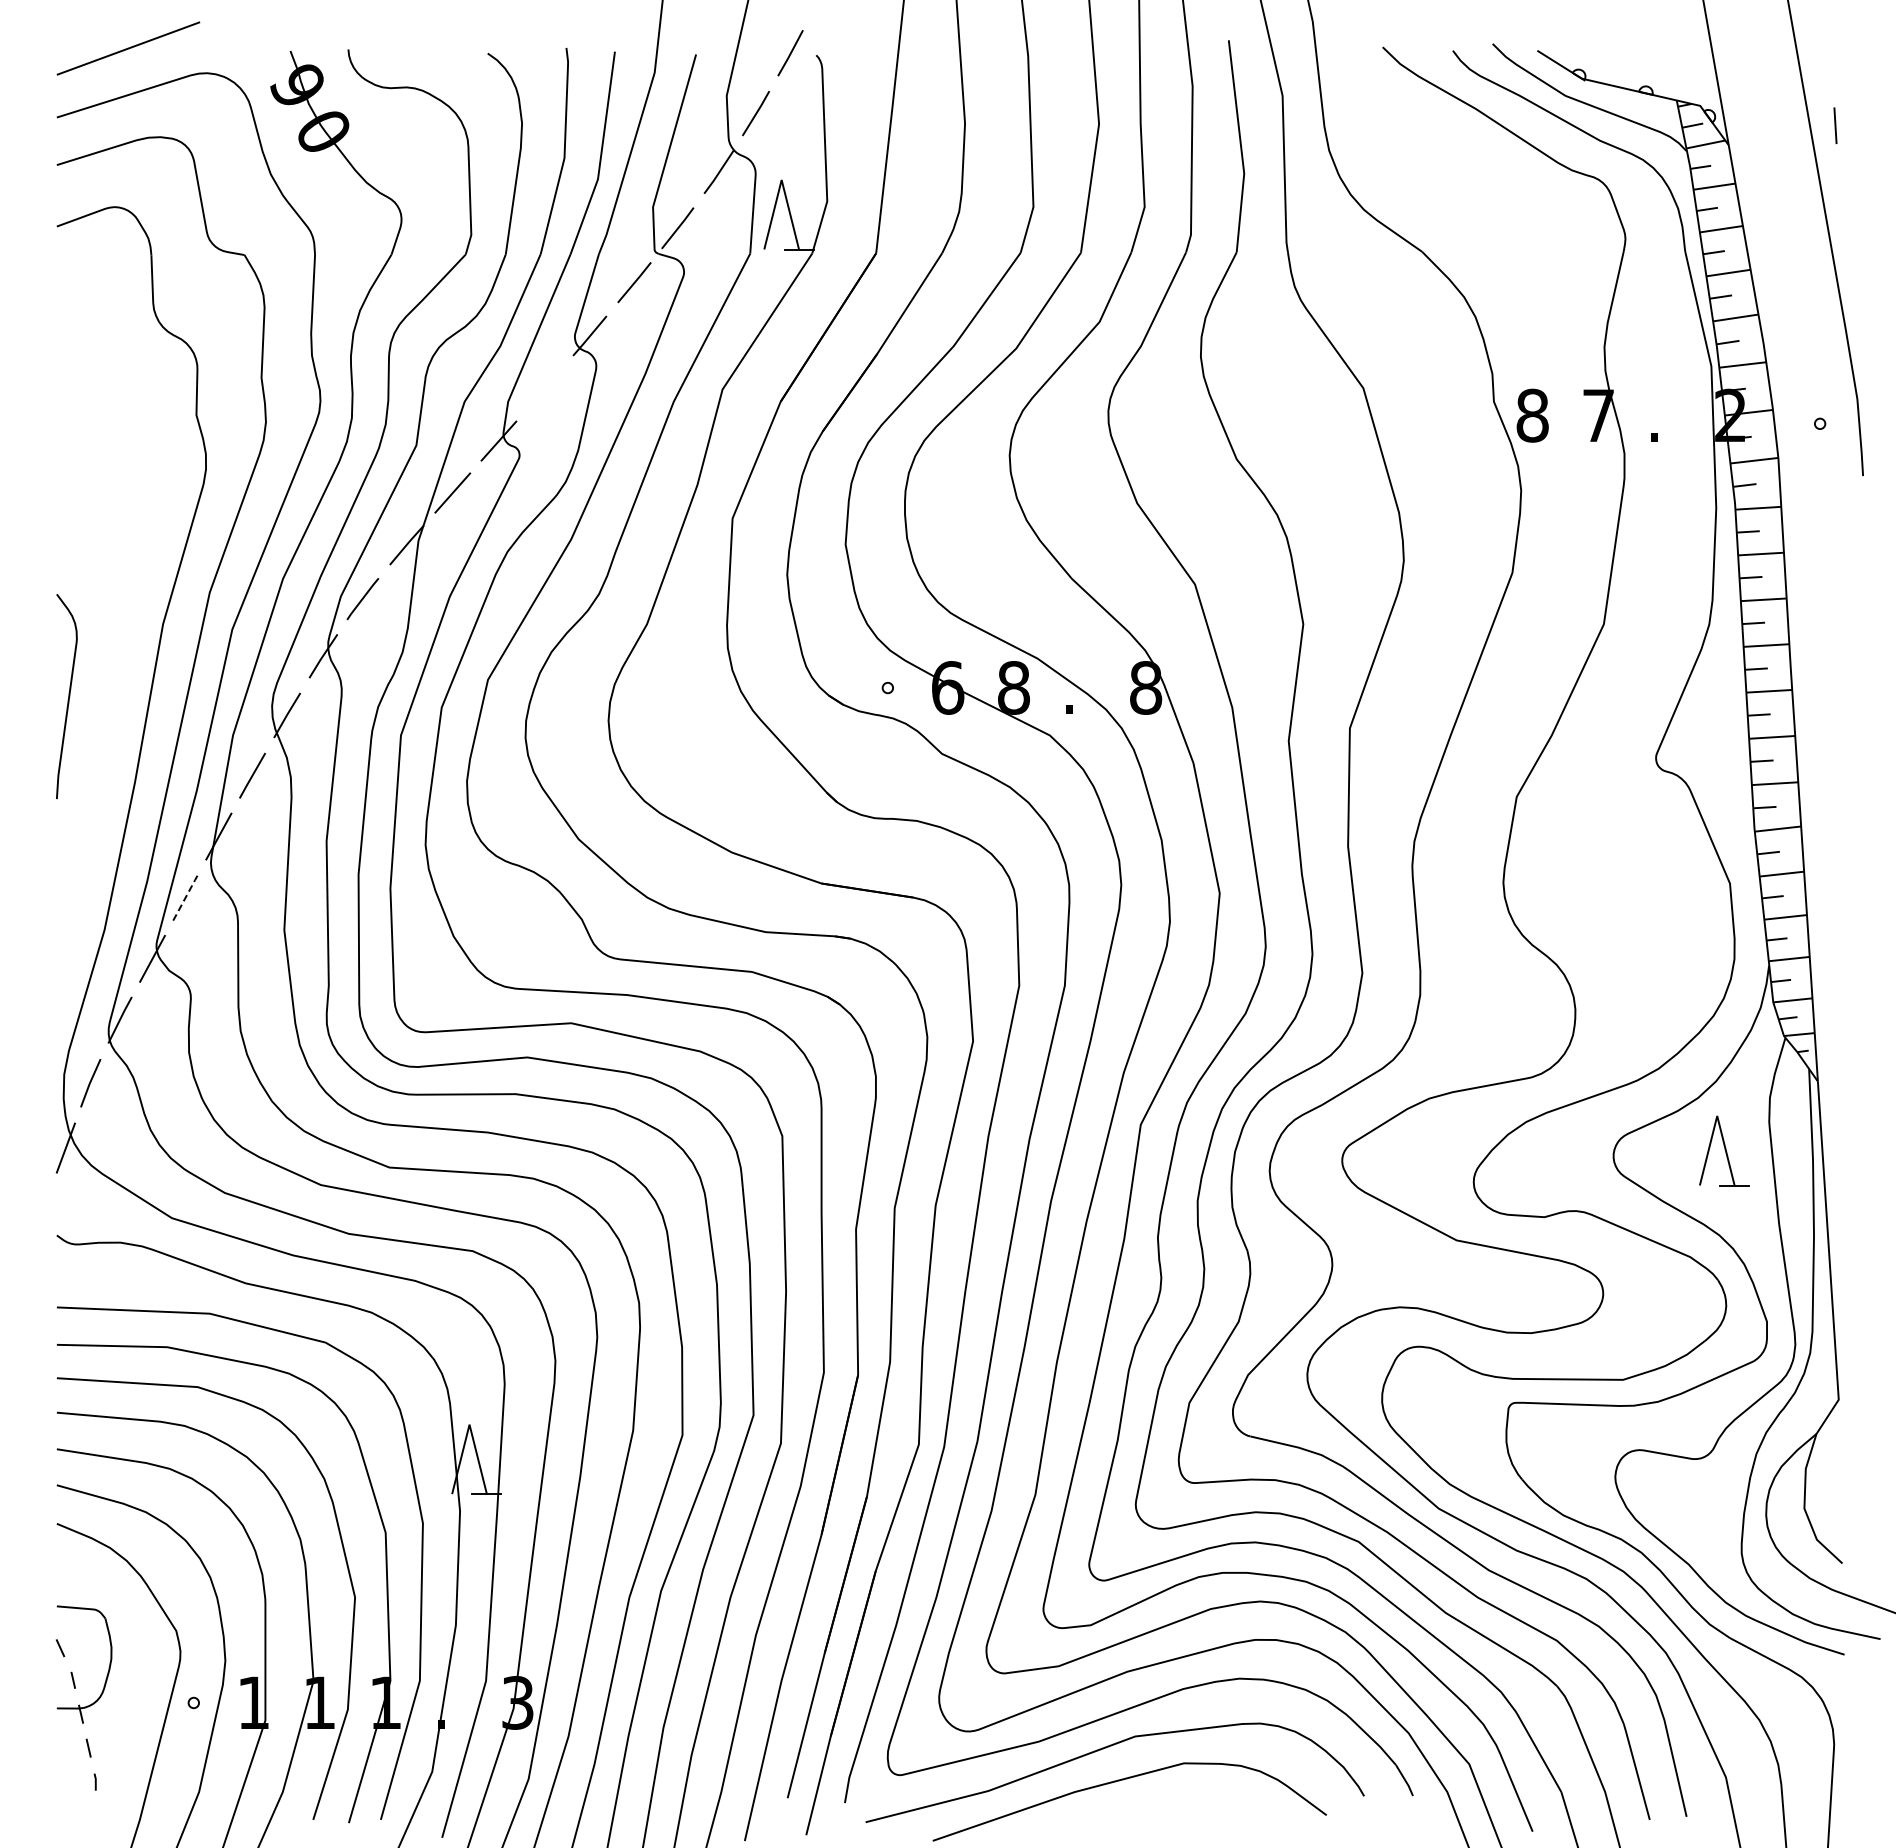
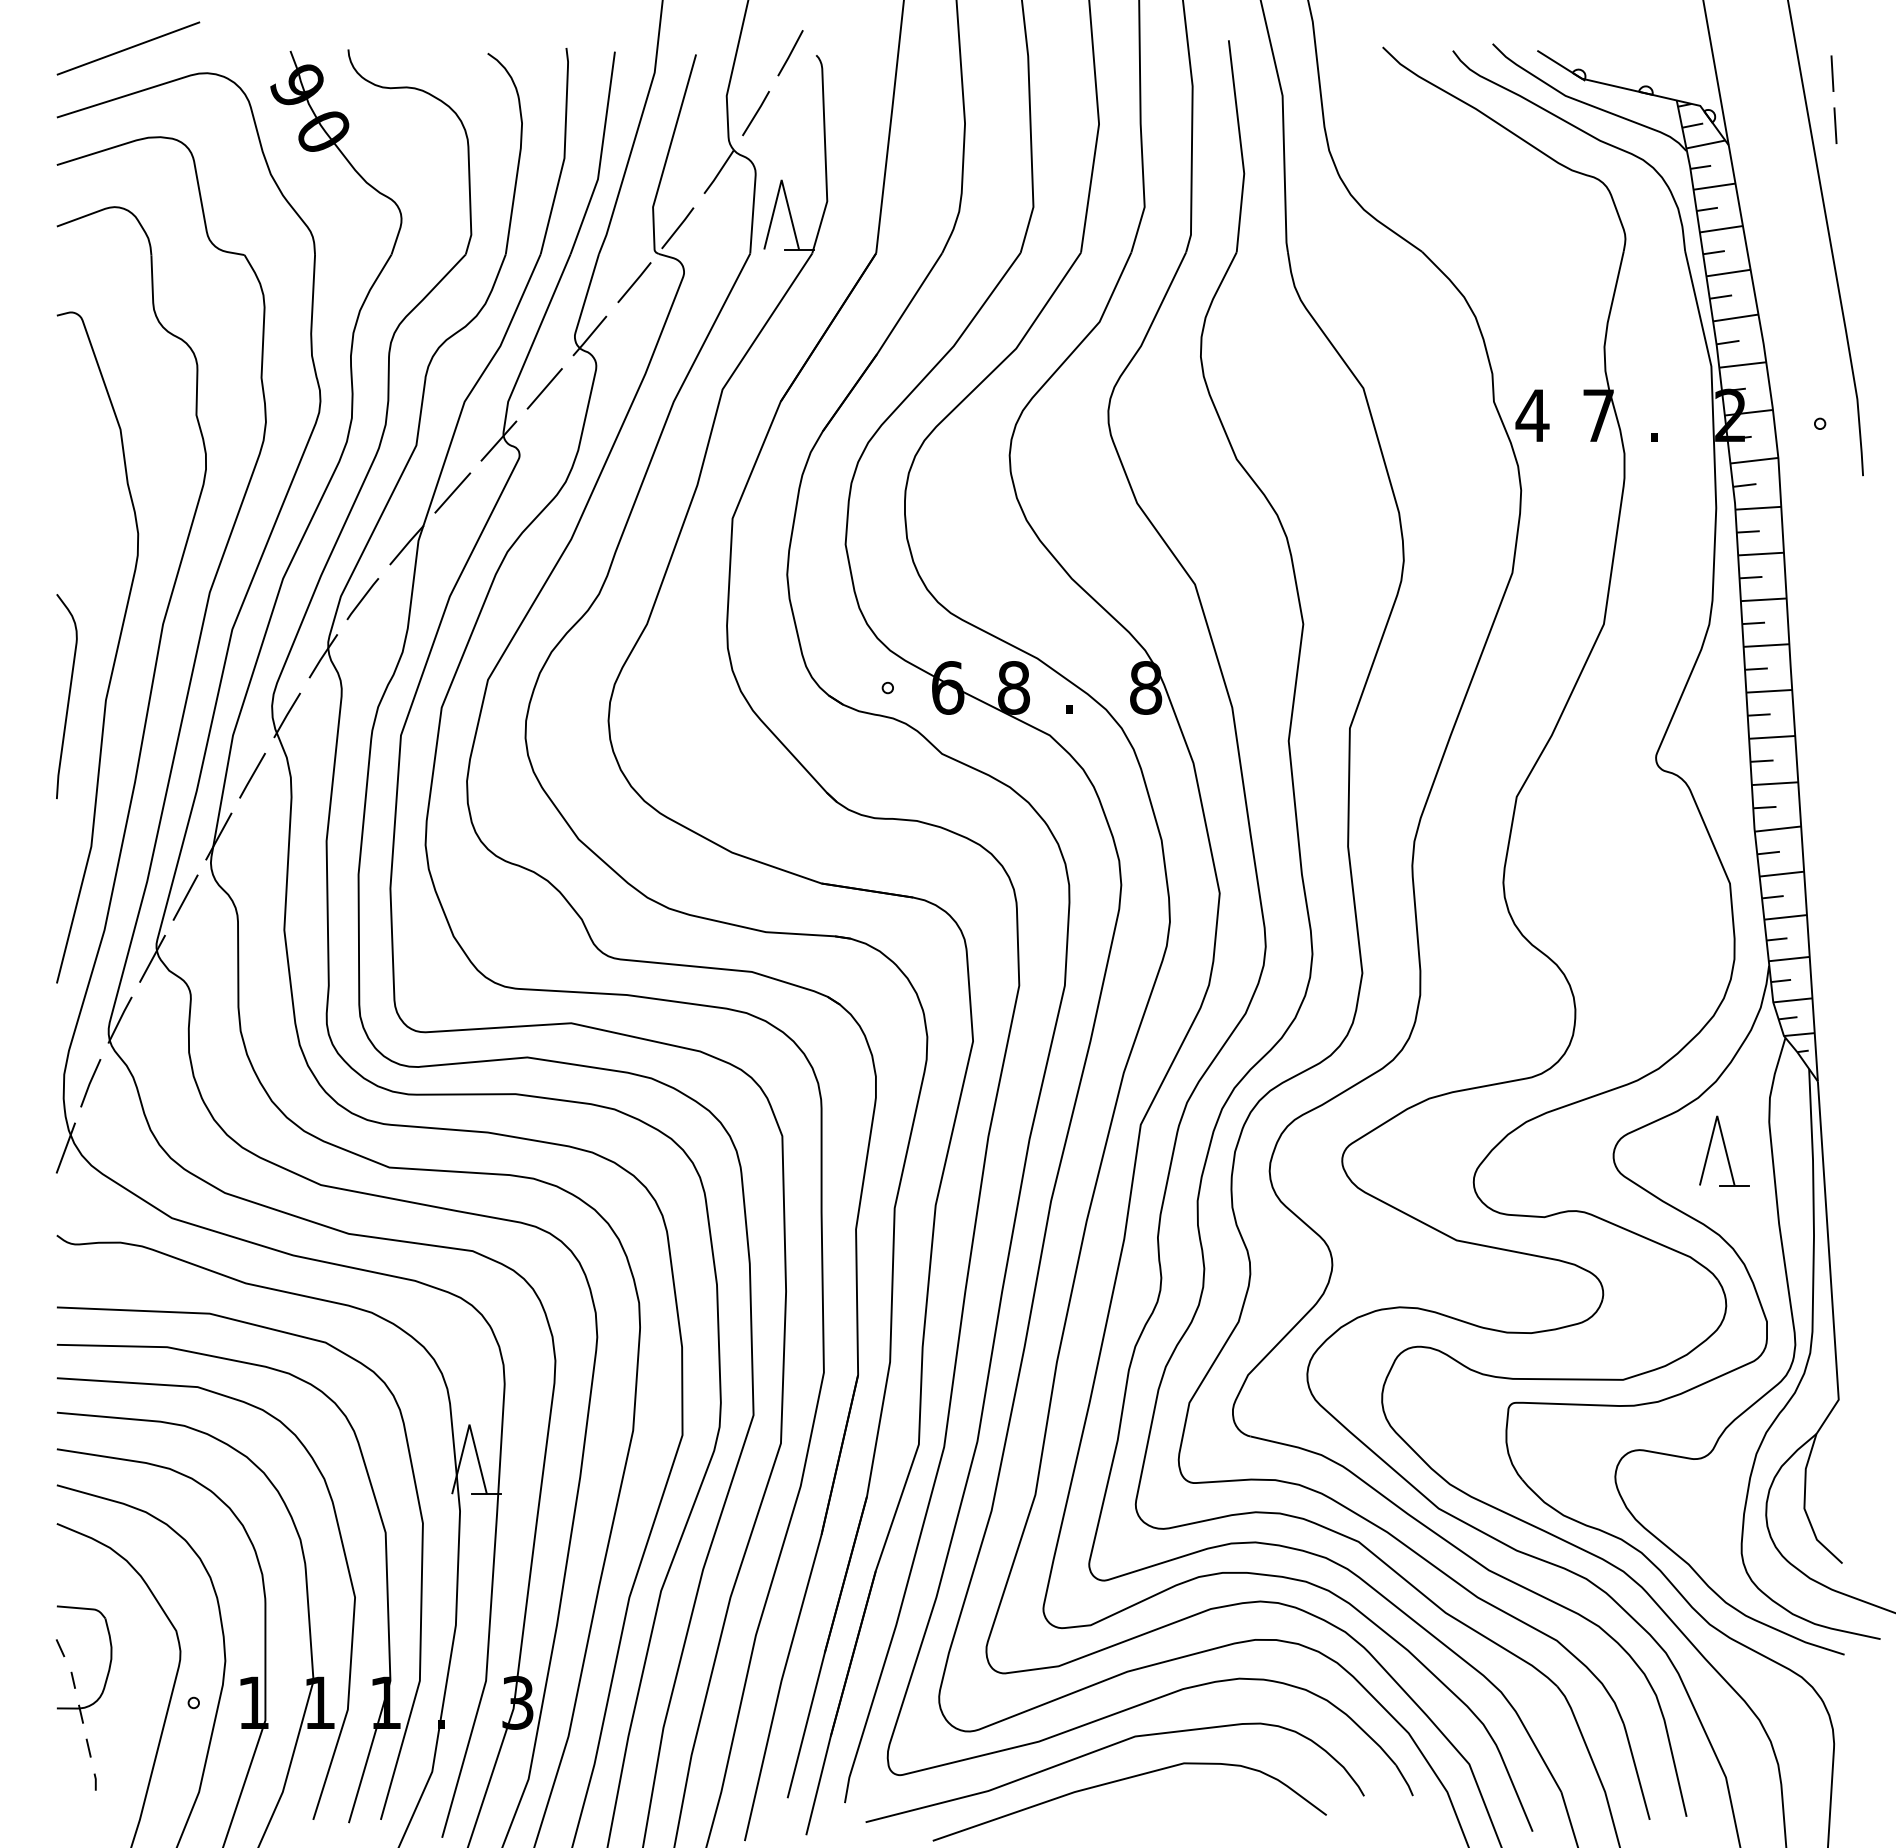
line at (1832, 73): none -> present
line at (544, 388): none -> present
text at (1532, 415): 8 -> 4
curve at (115, 652): none -> present
line at (186, 896): dashed -> solid
